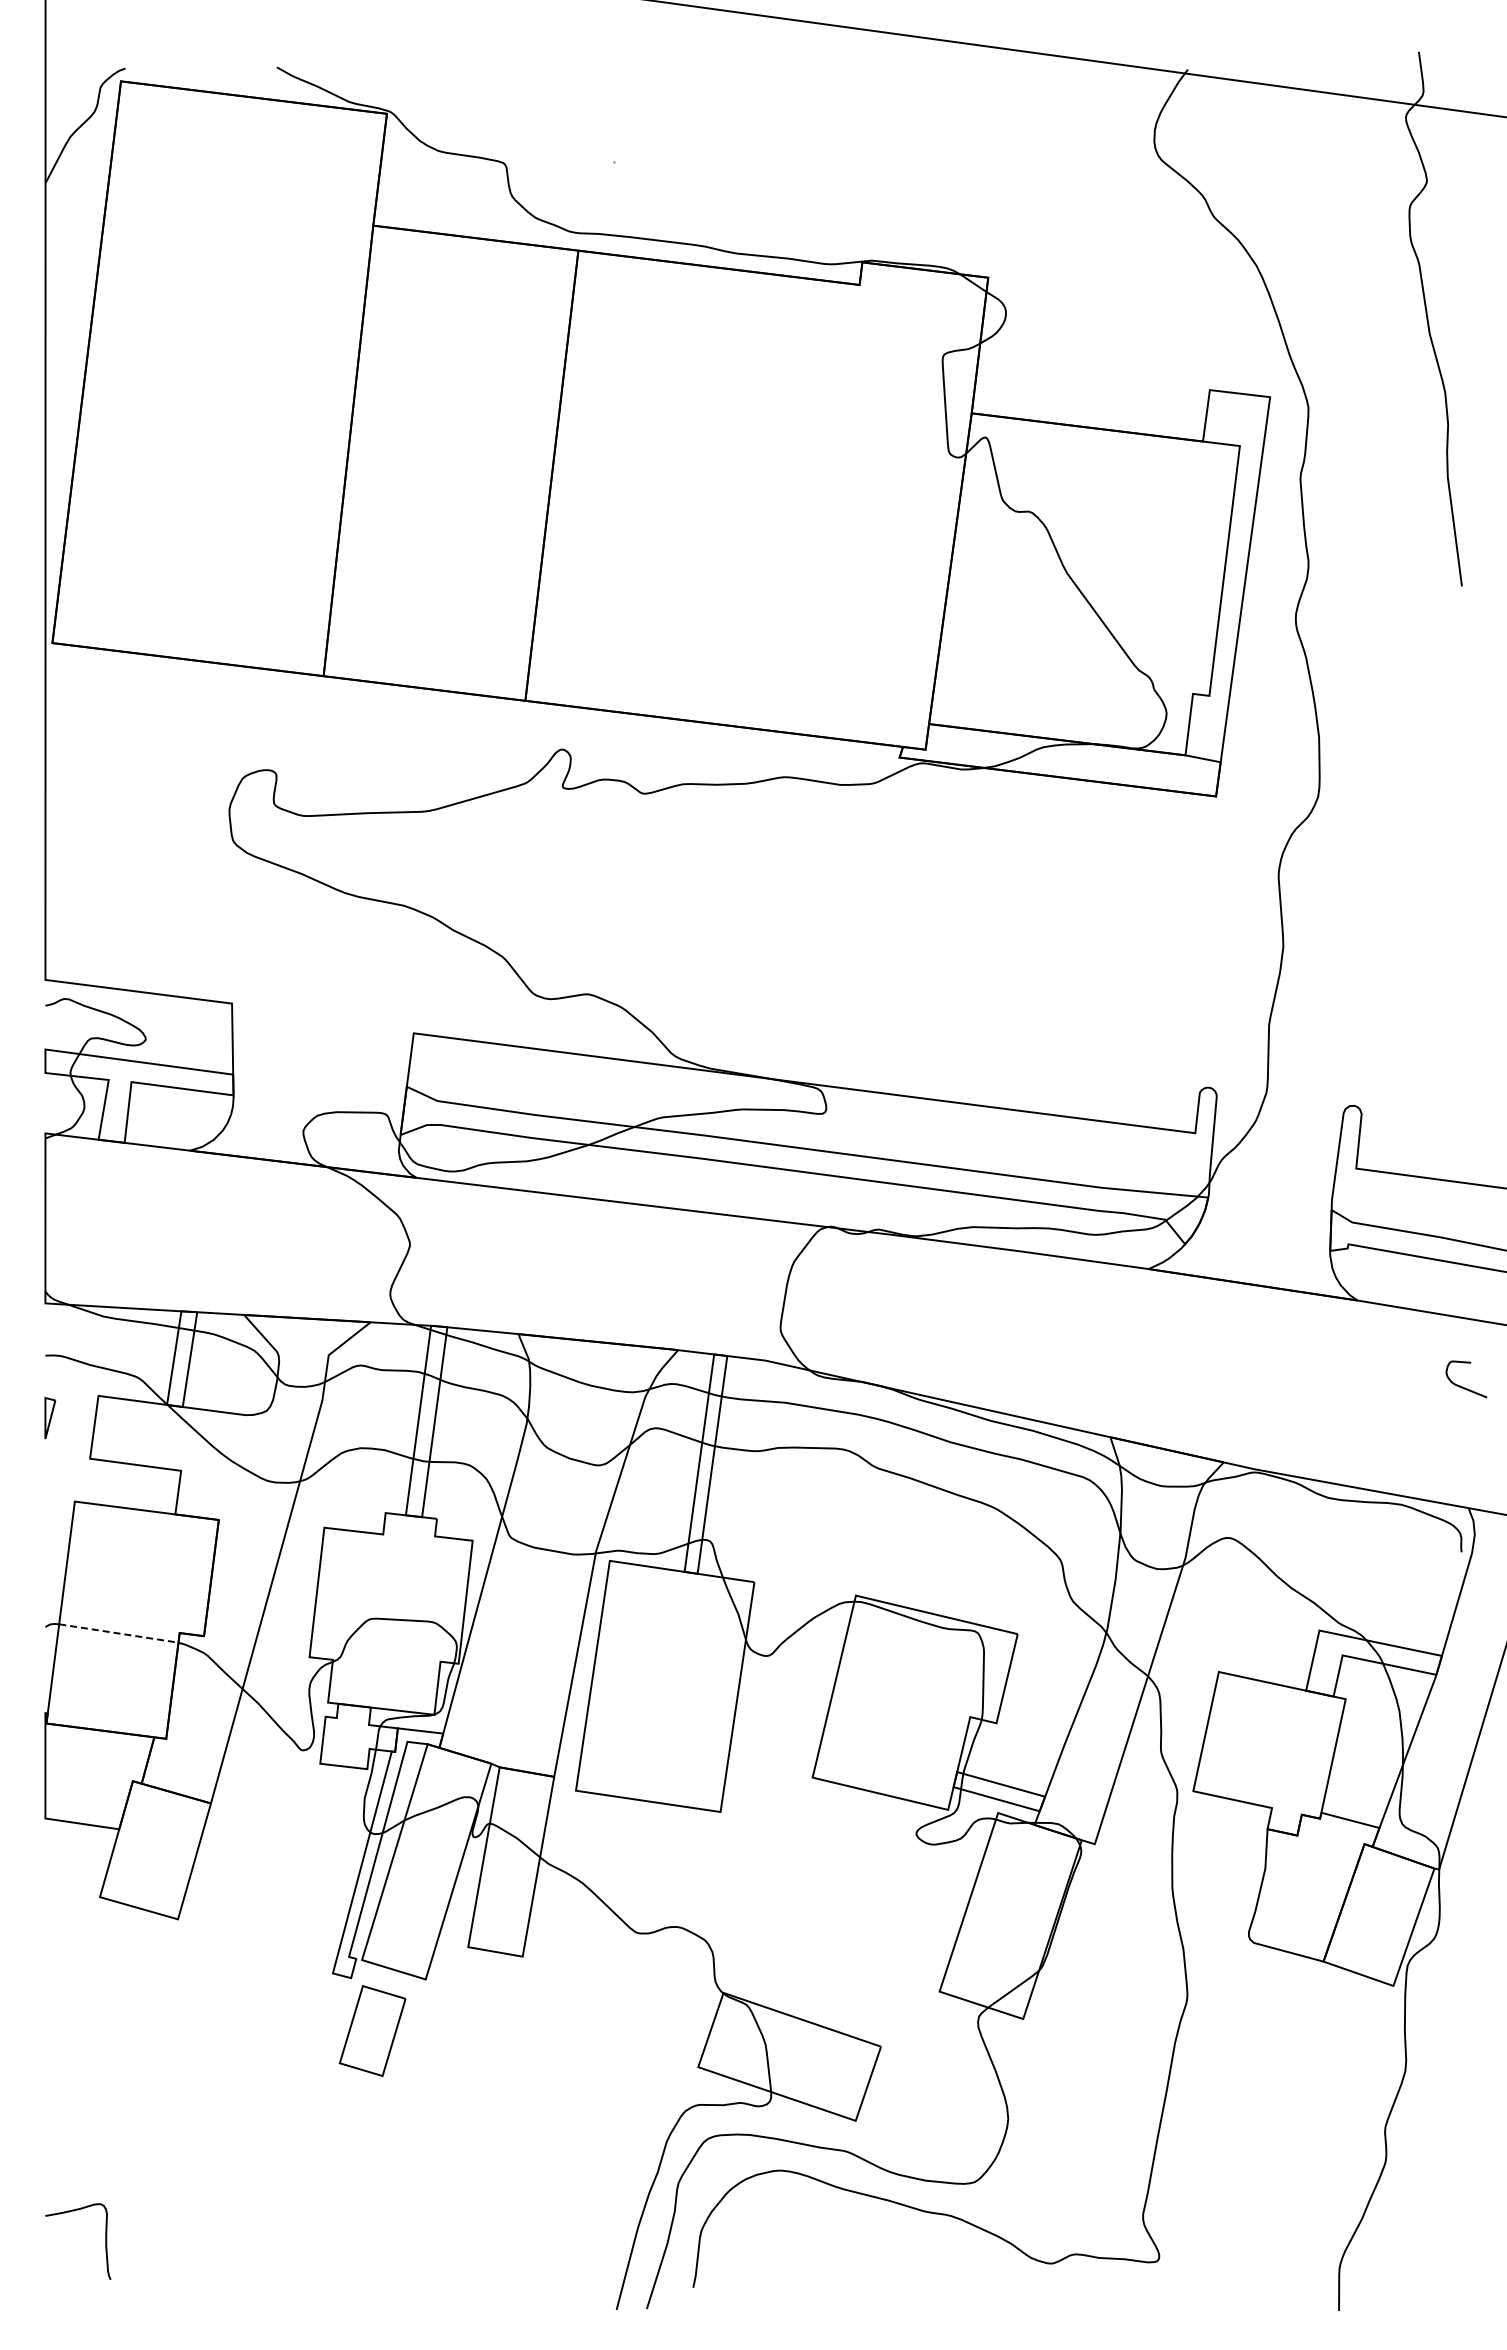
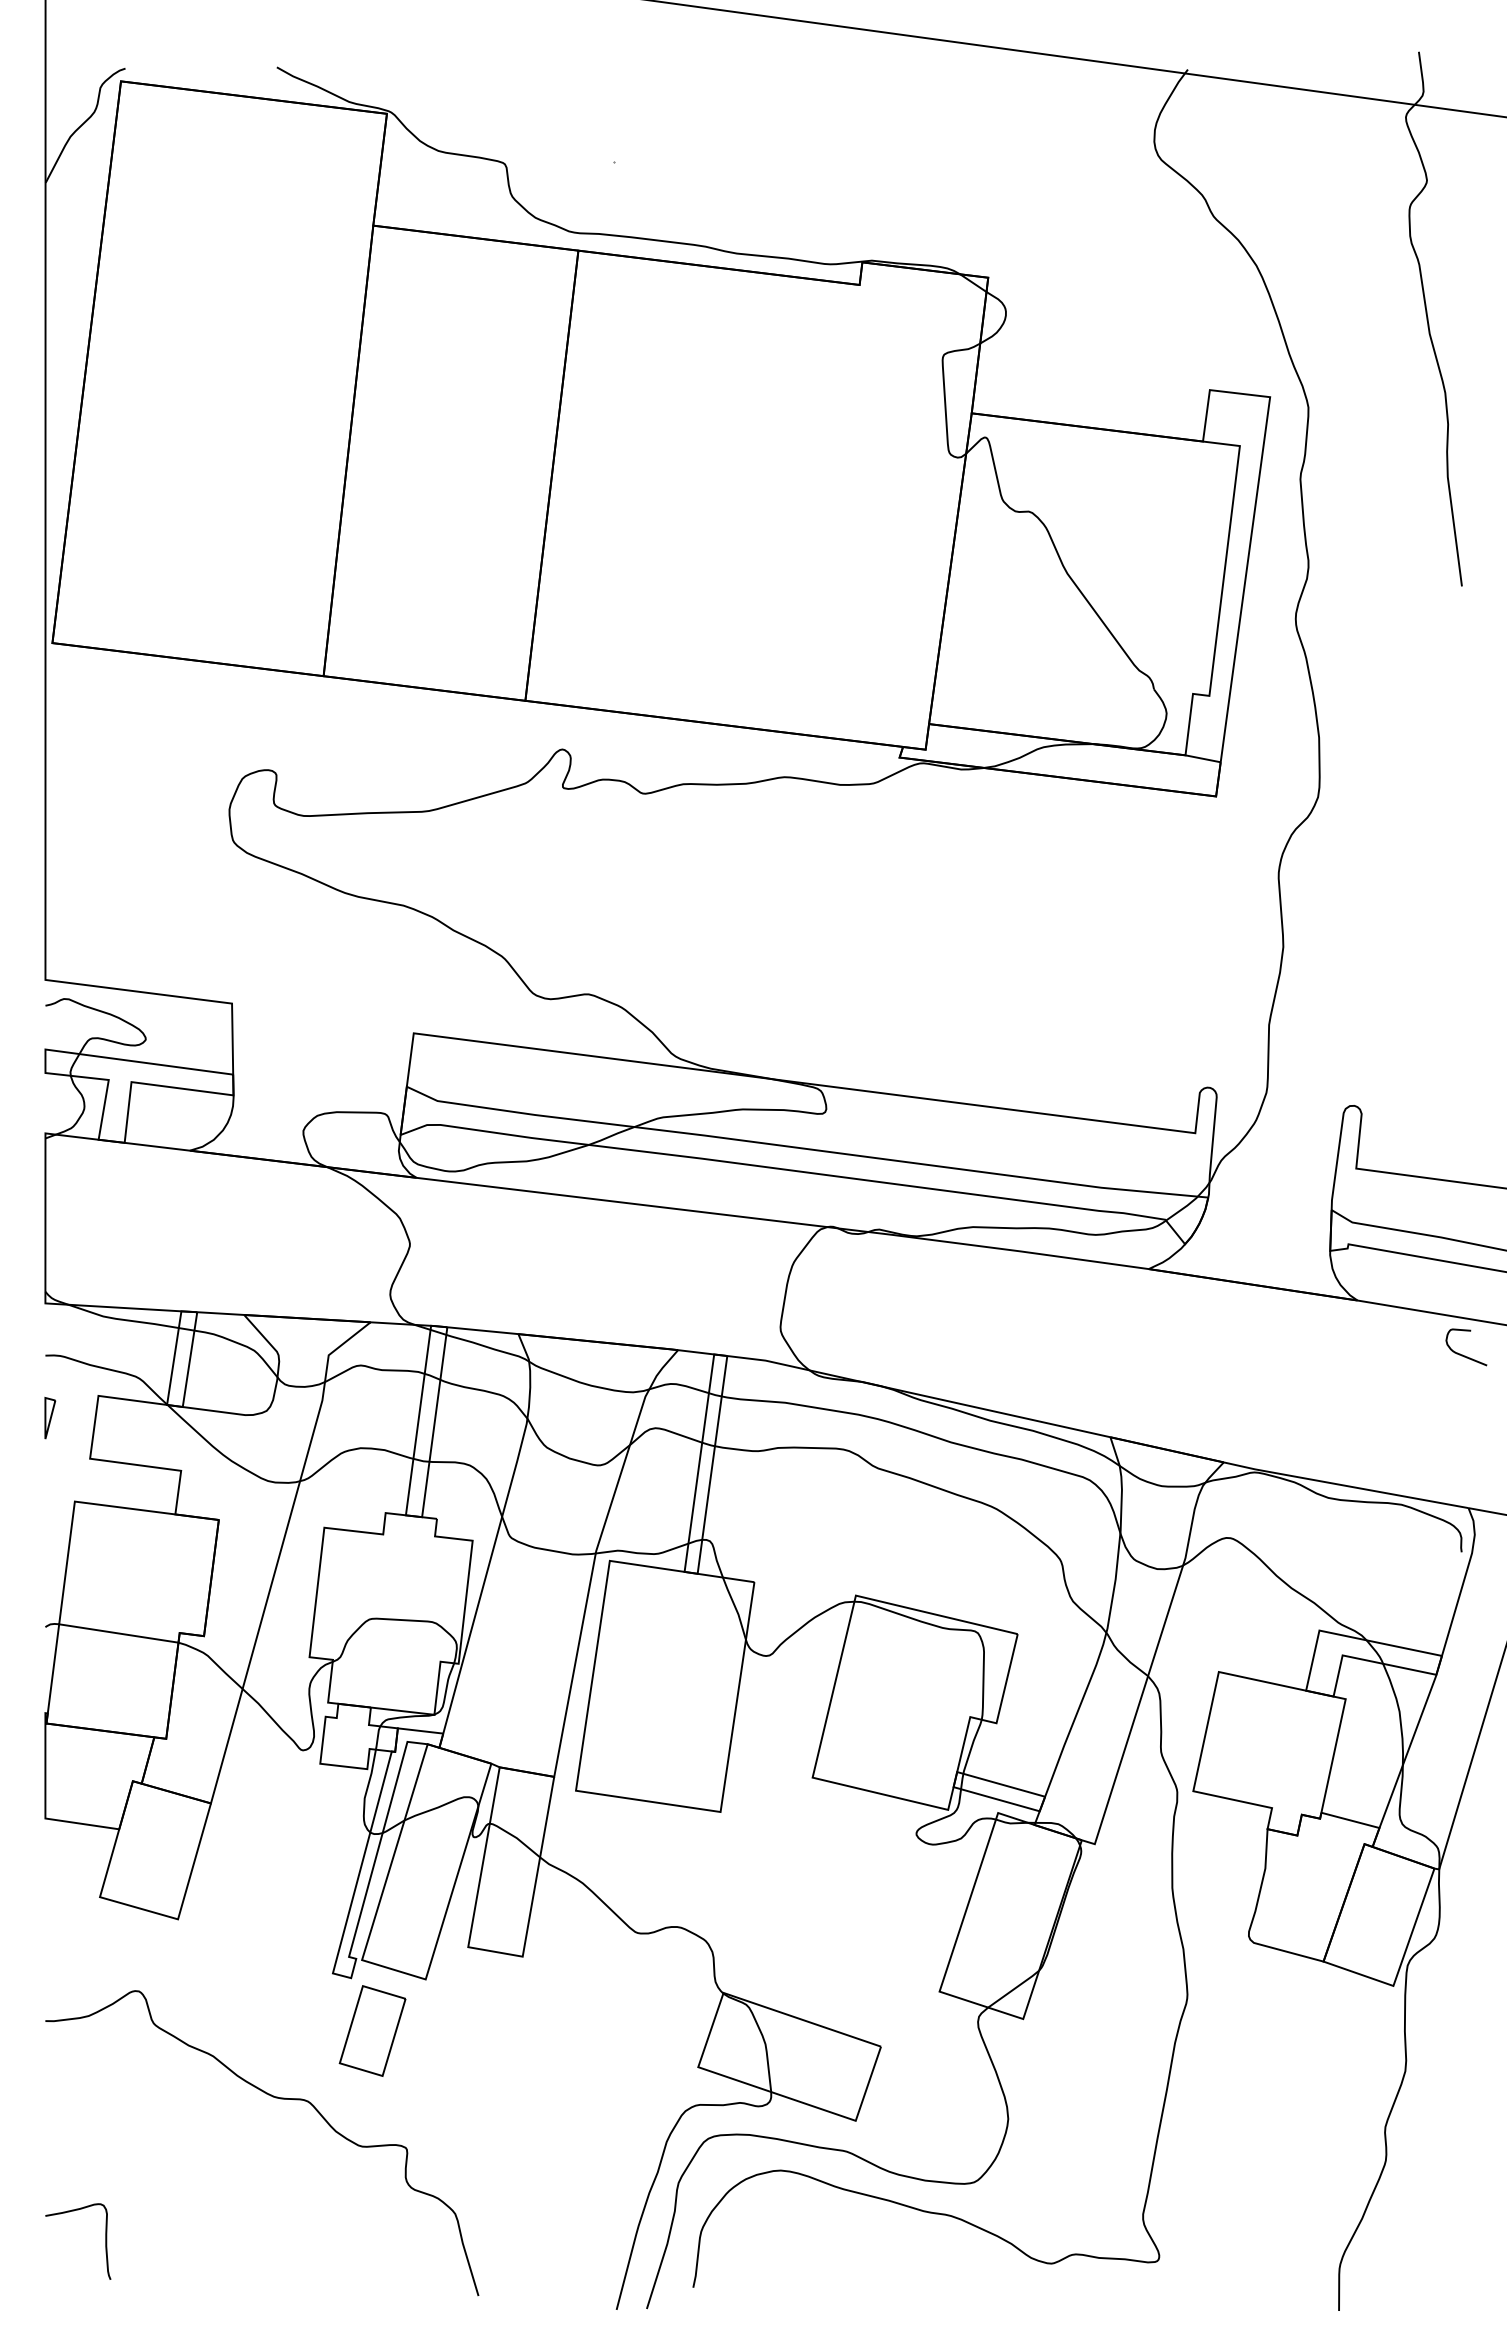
curve at (1462, 1386) position: (1462, 1386) -> (1462, 1354)
line at (119, 1633): dashed -> solid
curve at (275, 2098): none -> present
